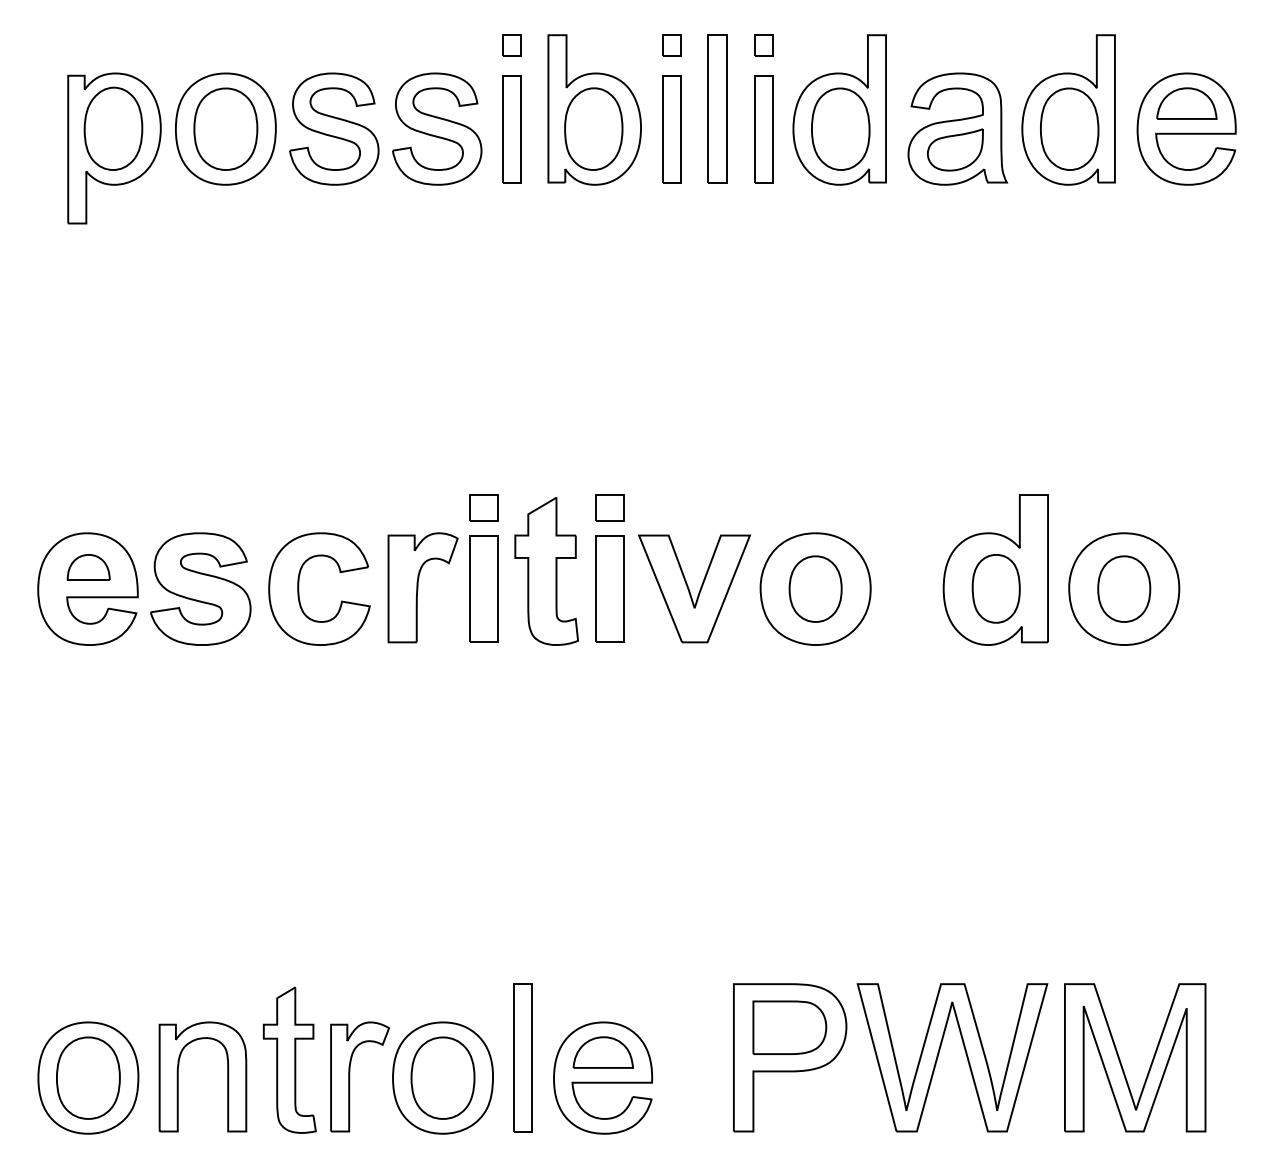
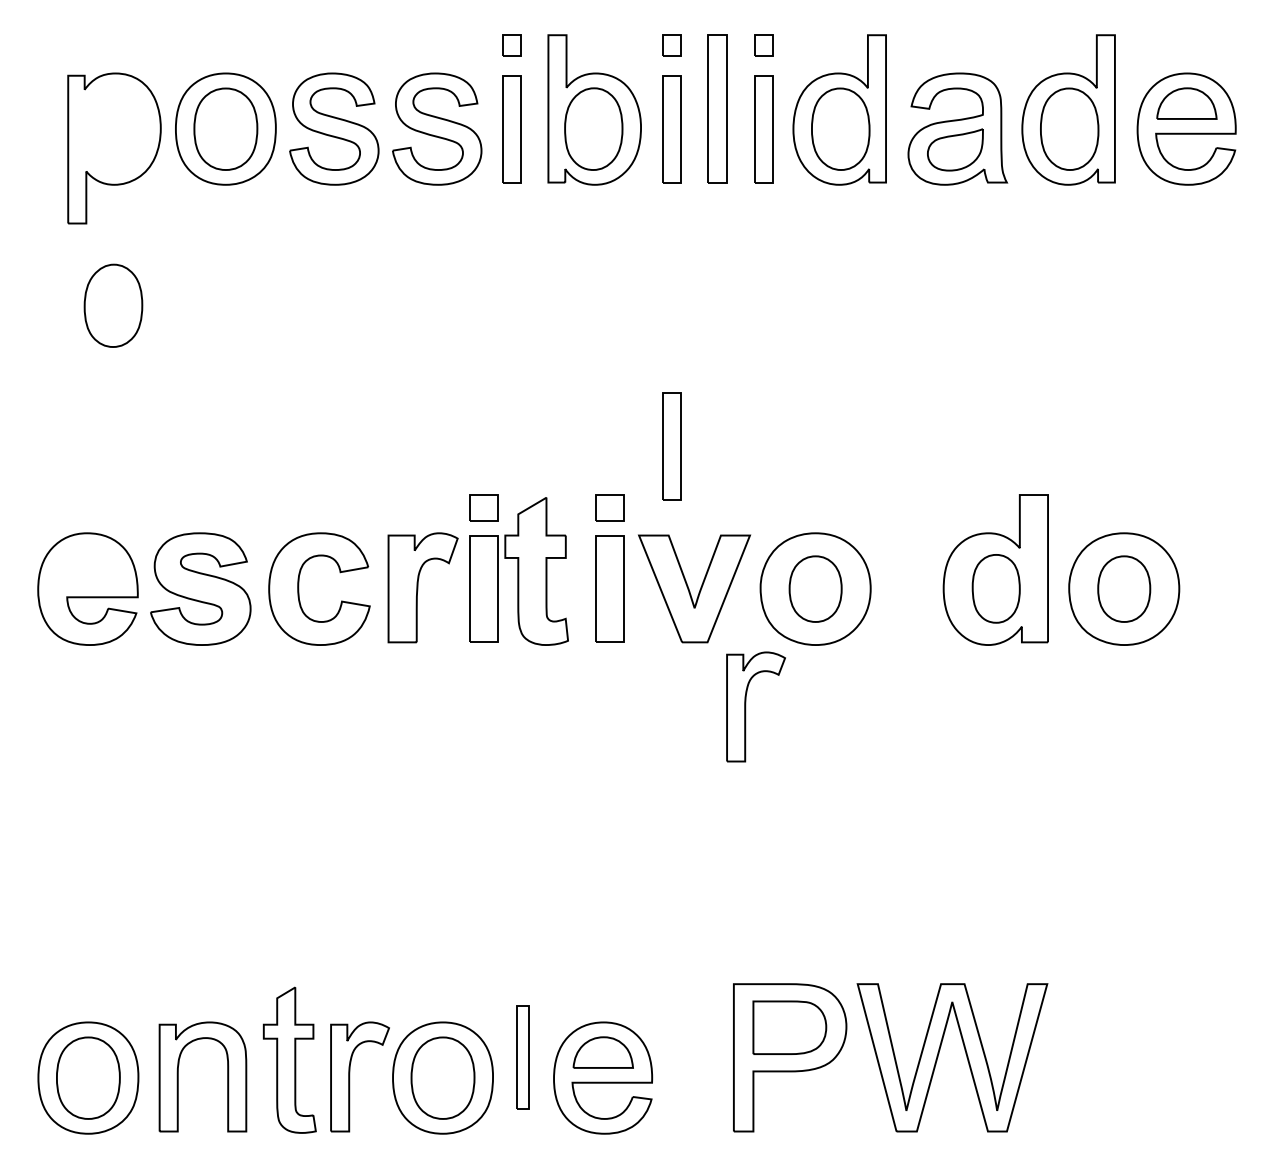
part at (113, 128) position: (113, 128) -> (113, 305)
part at (671, 446): none -> present
part at (88, 567): present -> none
part at (546, 571) position: (546, 571) -> (536, 571)
part at (746, 706): none -> present
part at (522, 1057) size: 20x150 px -> 14x105 px
part at (1121, 1062): present -> none
